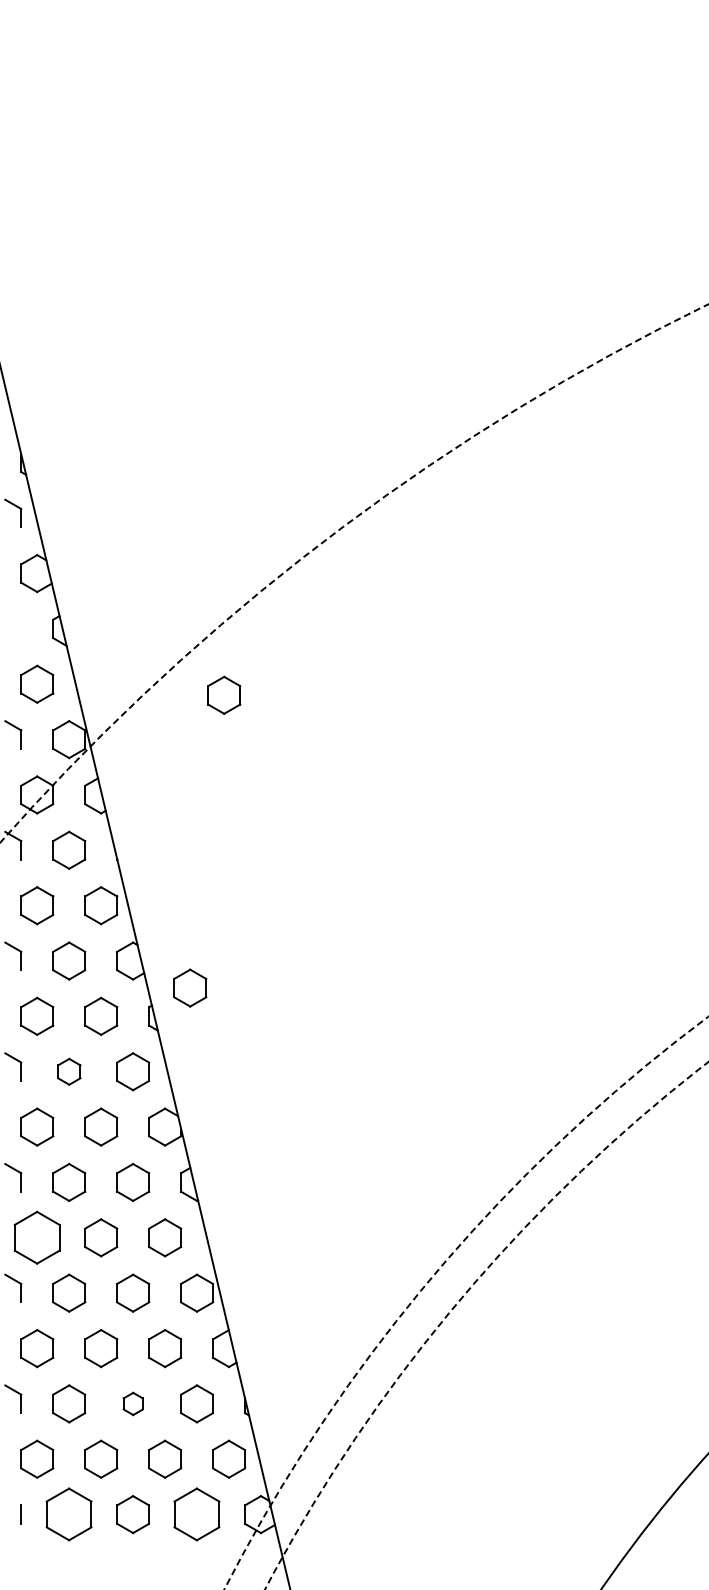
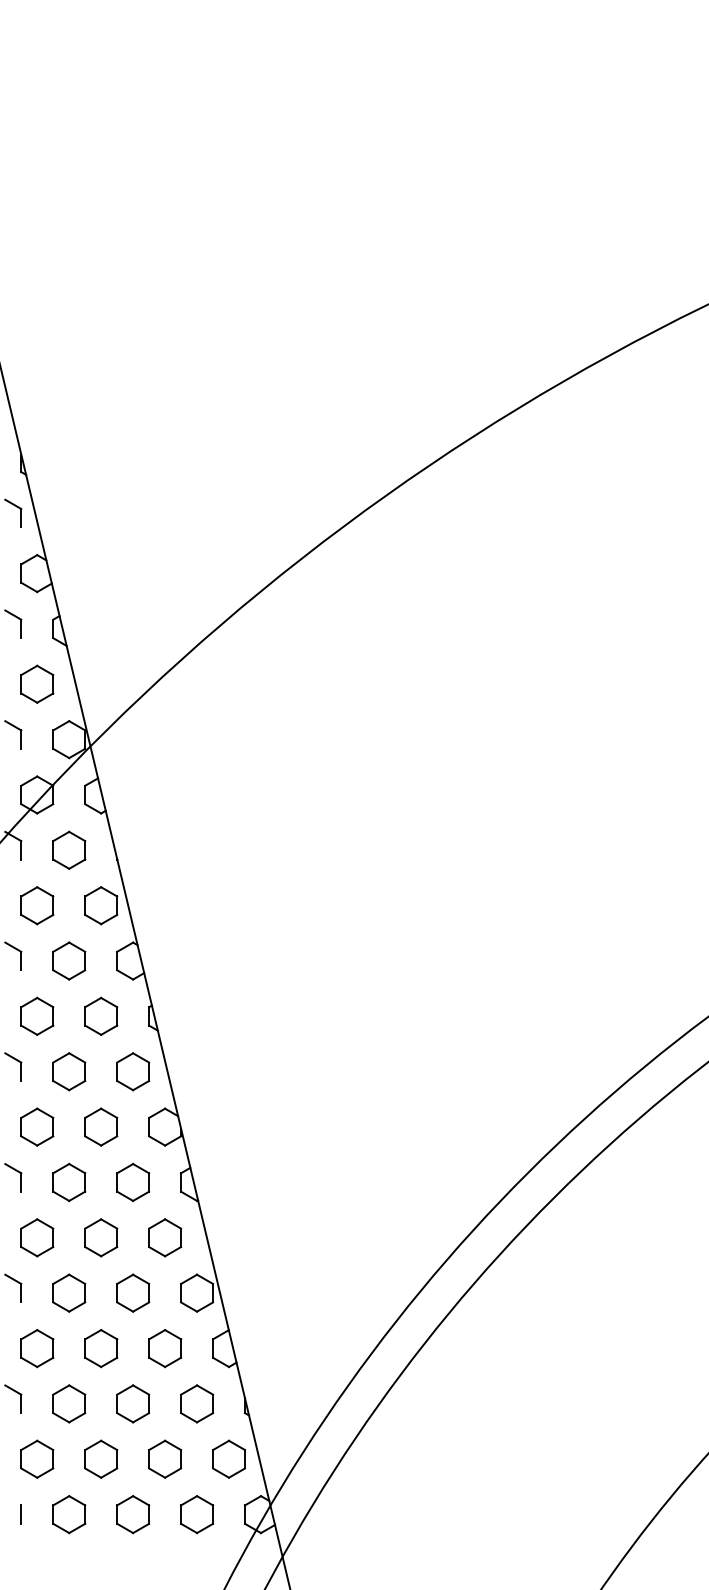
arc at (326, 539): dashed -> solid
part at (15, 617): none -> present
part at (224, 694): present -> none
part at (190, 987): present -> none
part at (69, 1071) size: 25x29 px -> 35x40 px
part at (36, 1237) size: 48x55 px -> 35x40 px
circle at (466, 1302): dashed -> solid
circle at (486, 1325): dashed -> solid
part at (132, 1403) size: 22x26 px -> 35x40 px
part at (68, 1514) size: 48x55 px -> 35x40 px
part at (196, 1514) size: 48x55 px -> 35x40 px
